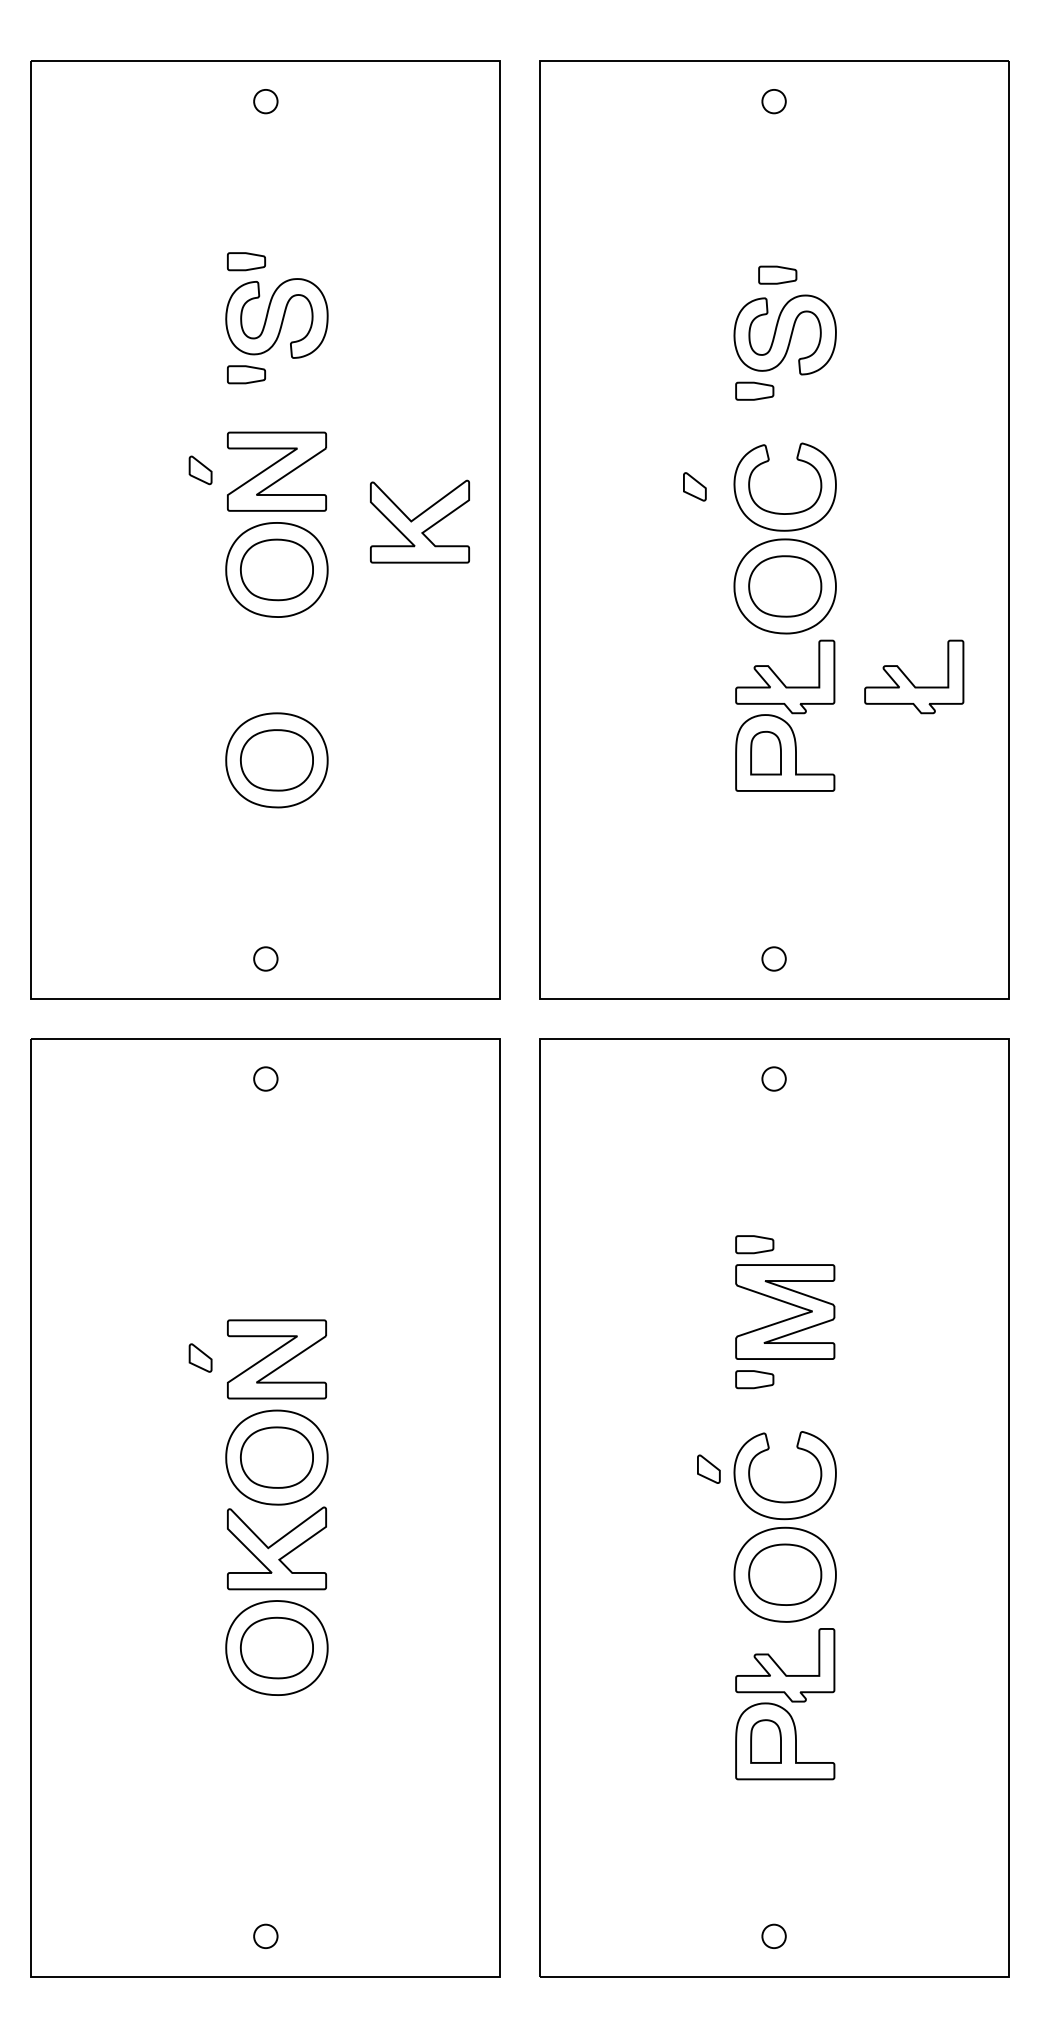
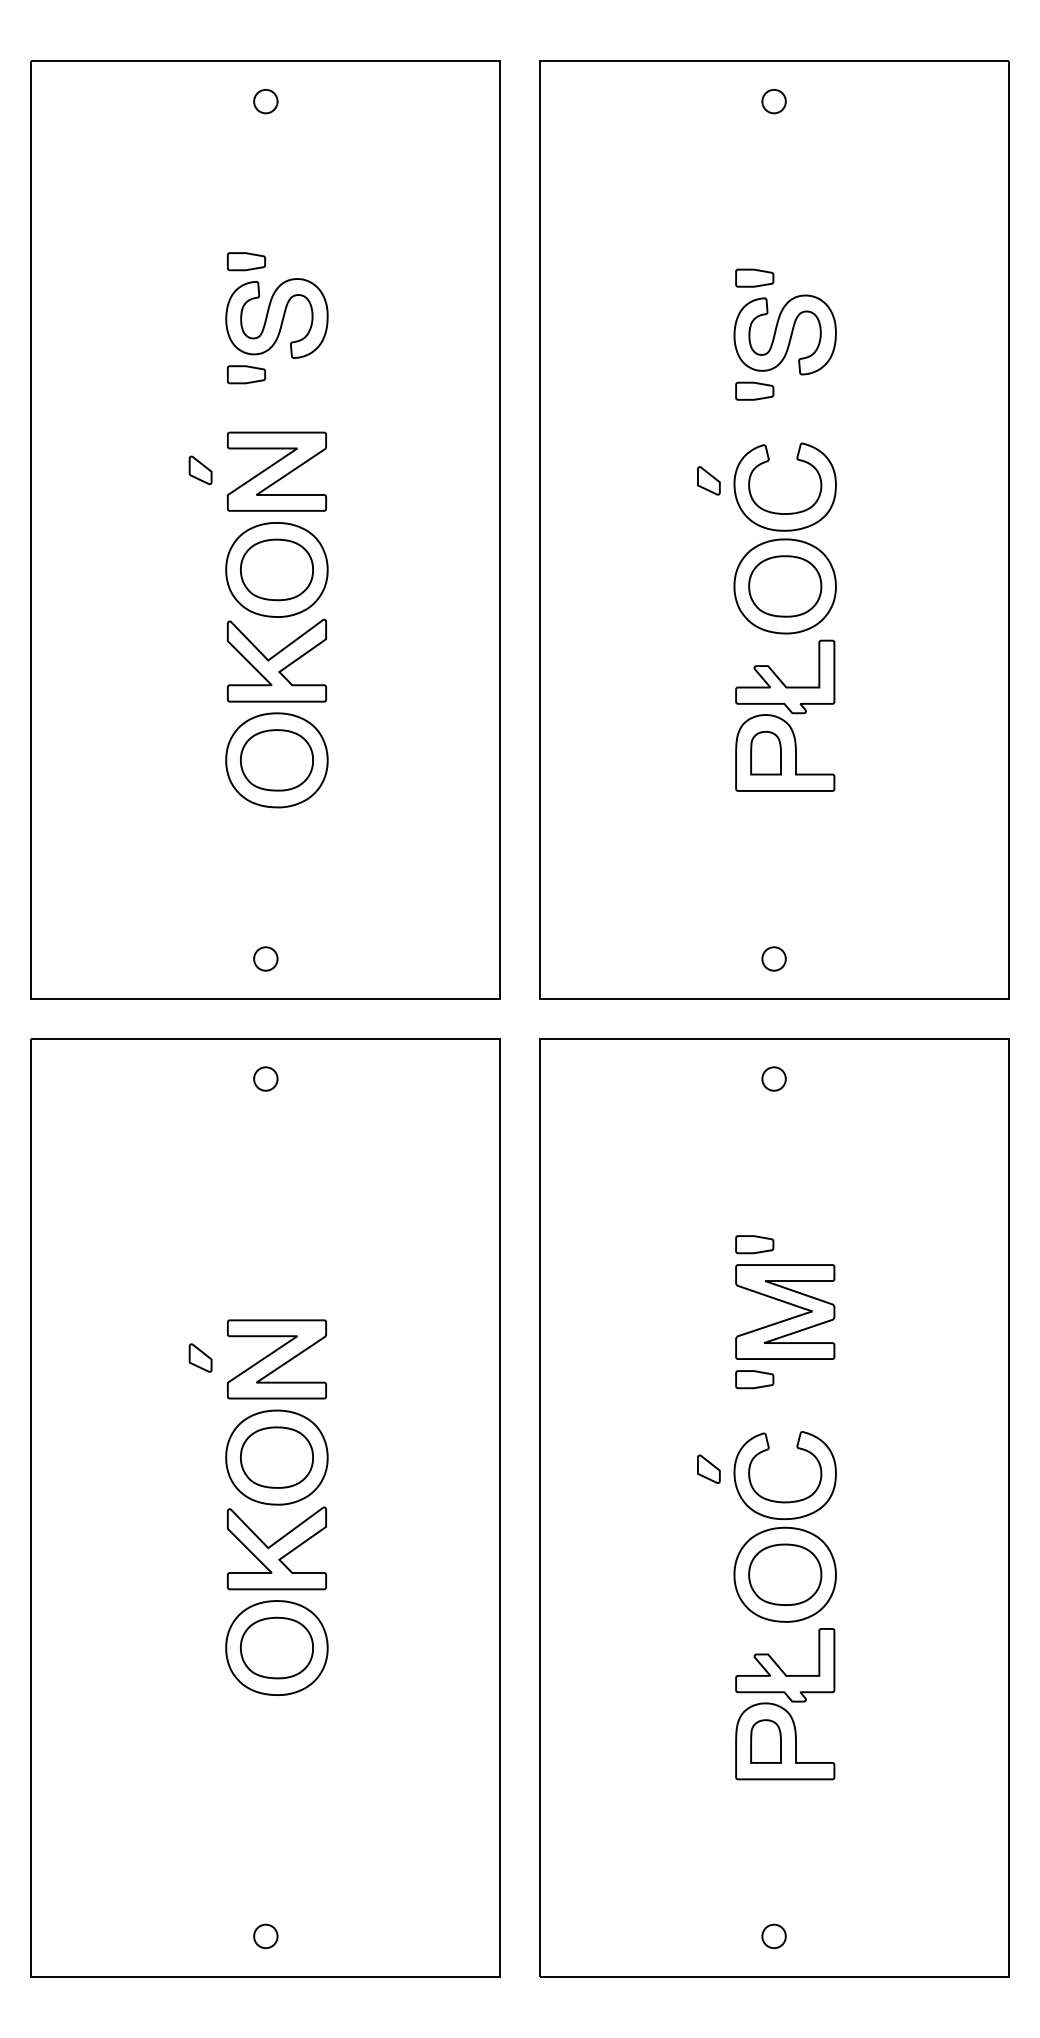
part at (777, 274) position: (777, 274) -> (754, 277)
part at (694, 486) position: (694, 486) -> (708, 480)
part at (419, 521) position: (419, 521) -> (276, 660)
part at (914, 676): present -> none
